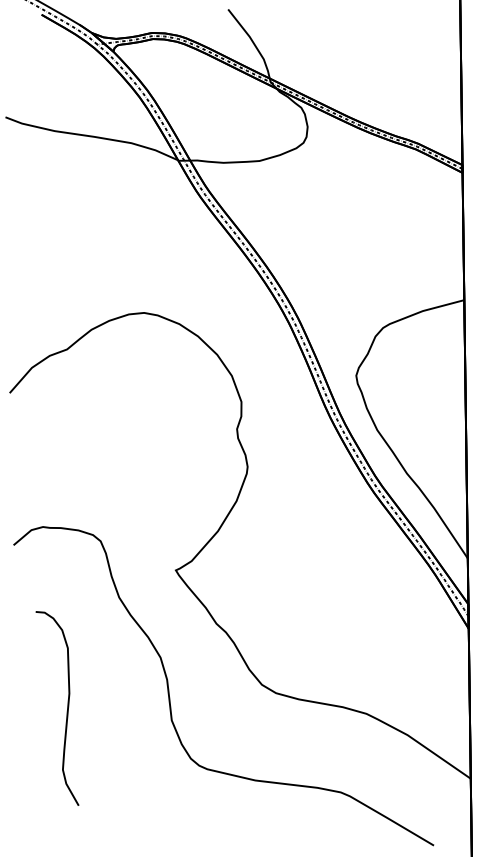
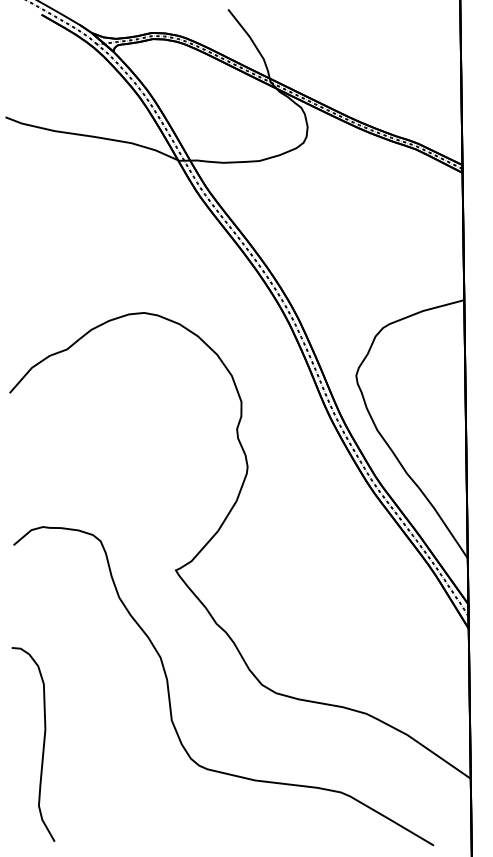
curve at (66, 711) position: (66, 711) -> (42, 747)
